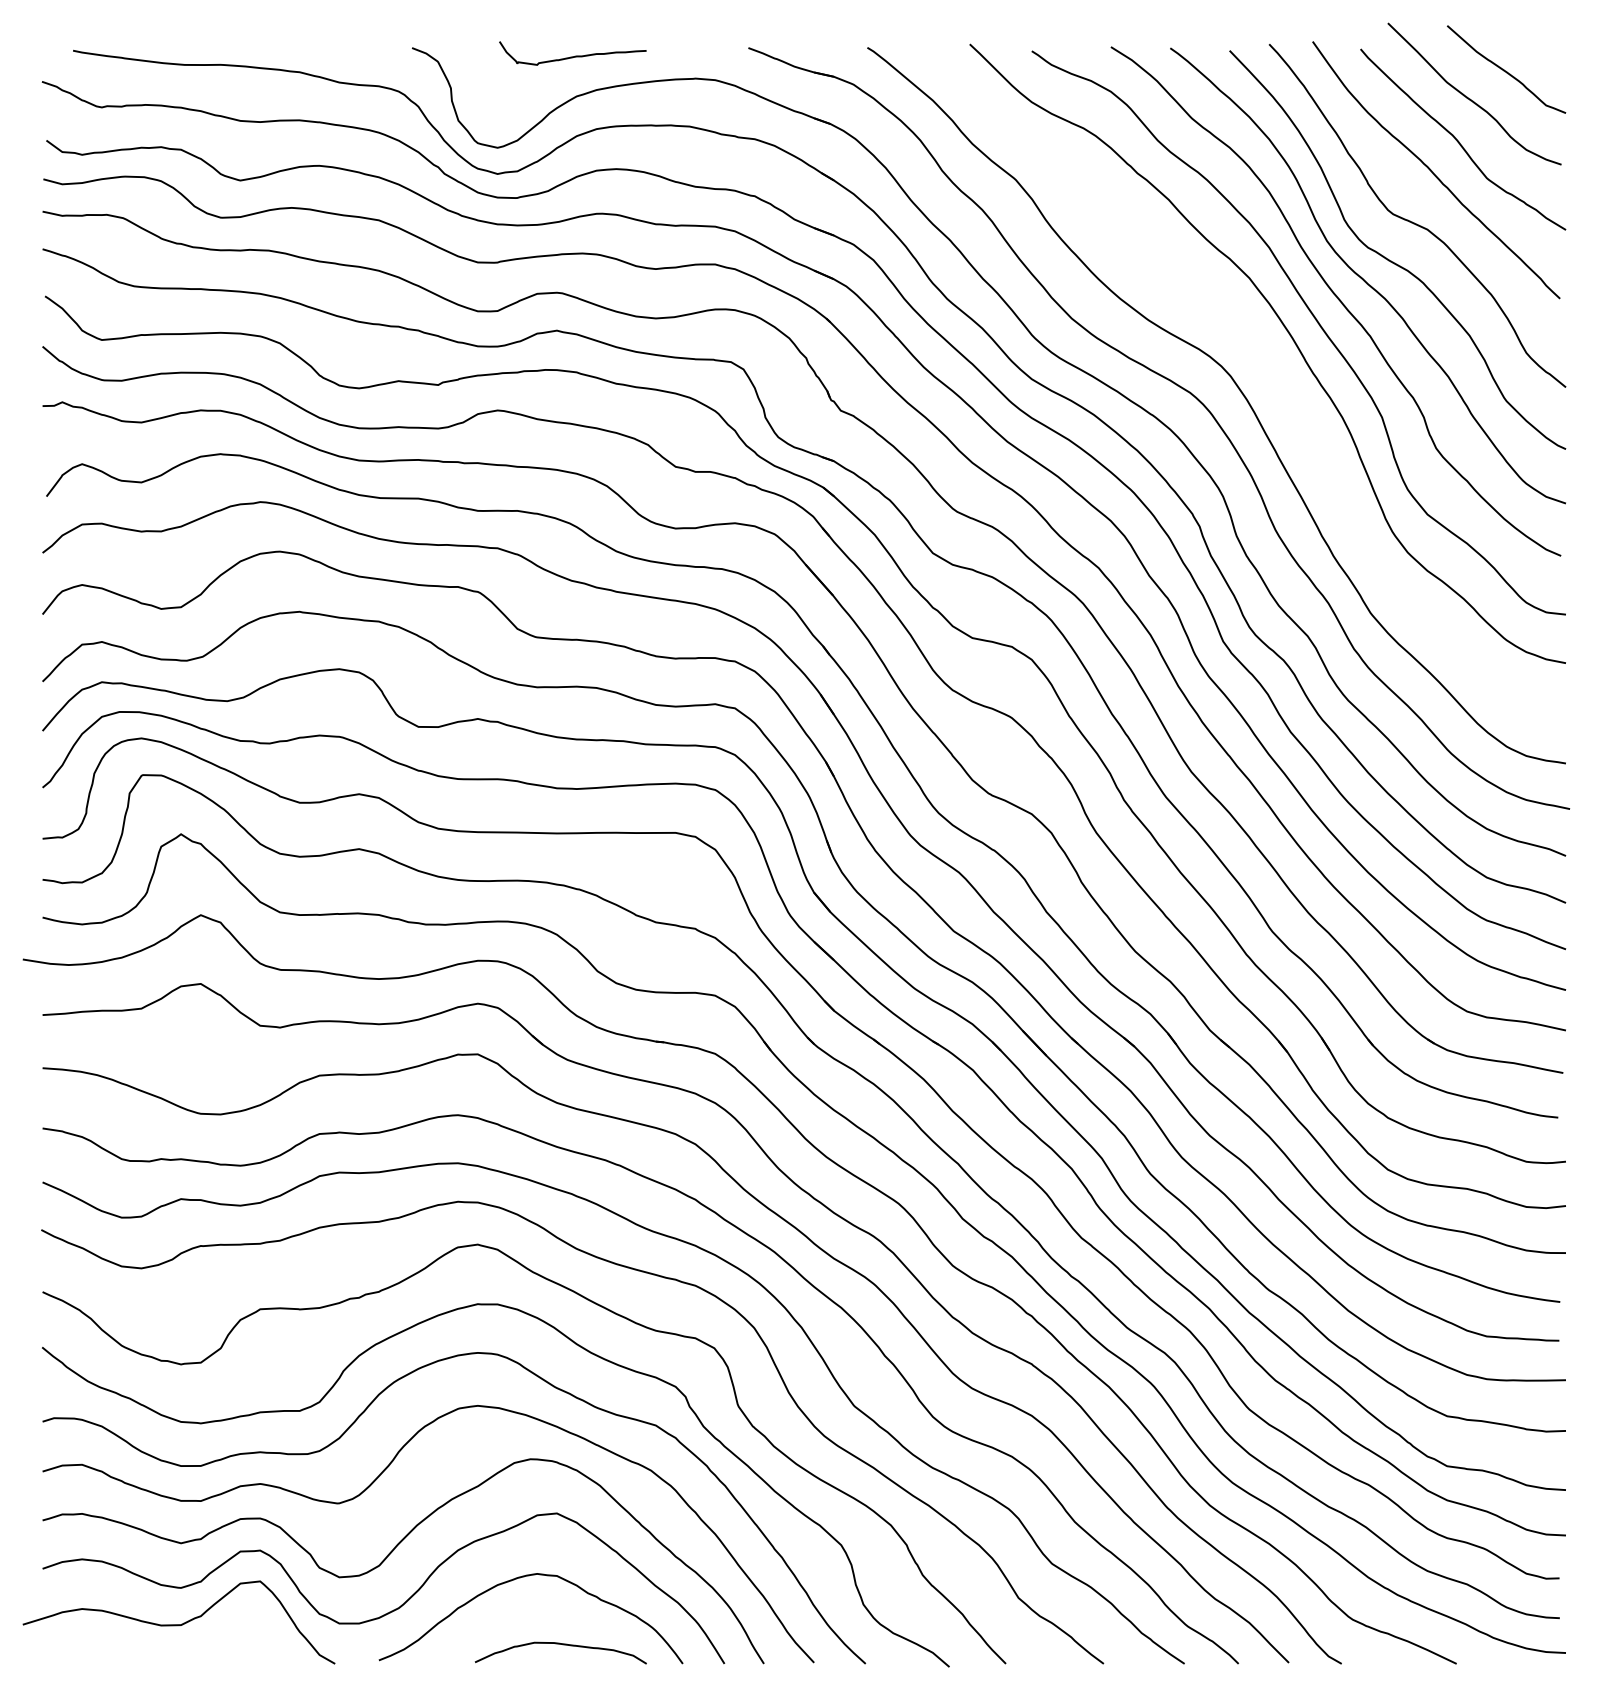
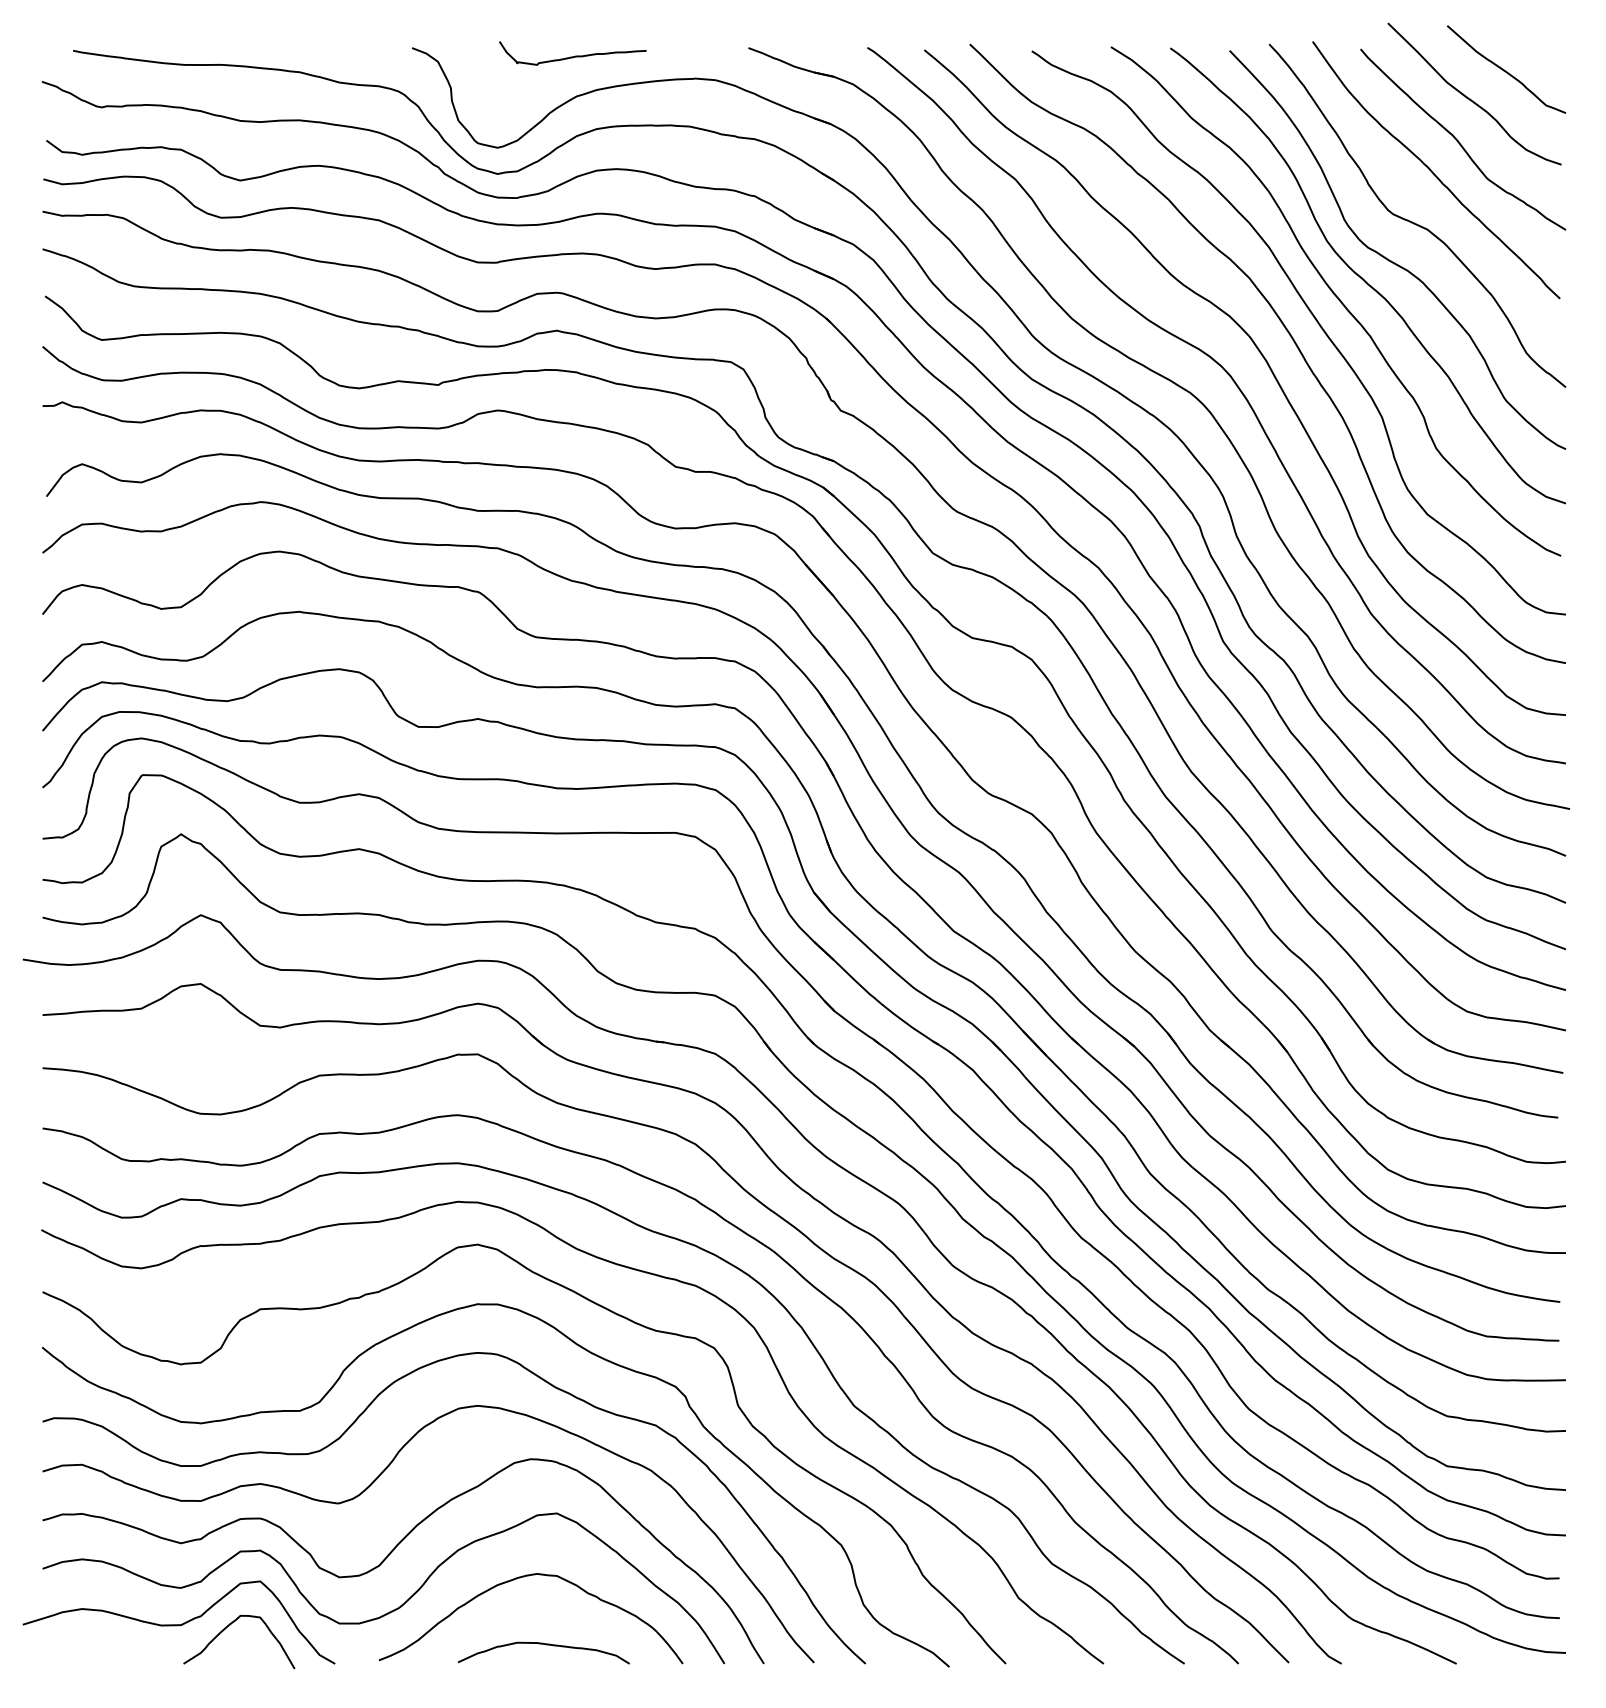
curve at (1269, 369): none -> present
curve at (229, 1626): none -> present
curve at (562, 1645) position: (562, 1645) -> (545, 1645)
